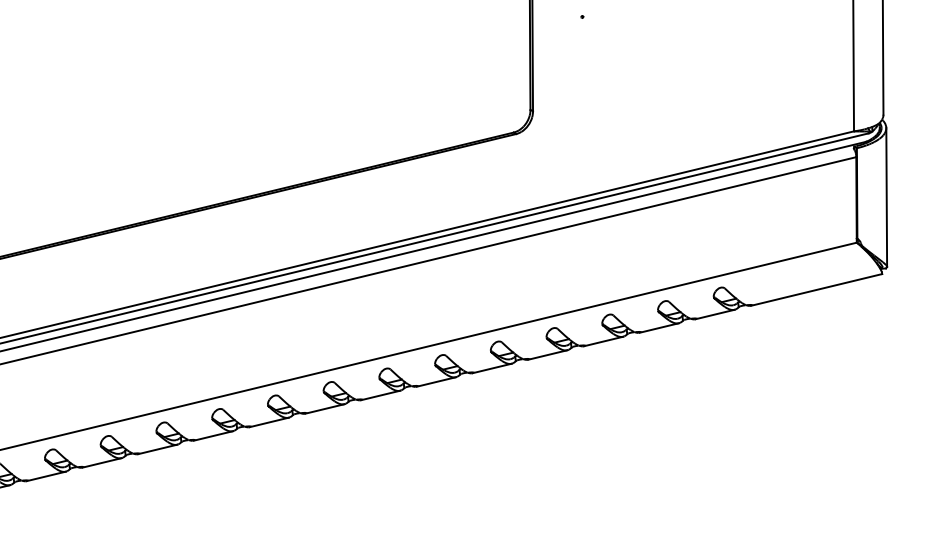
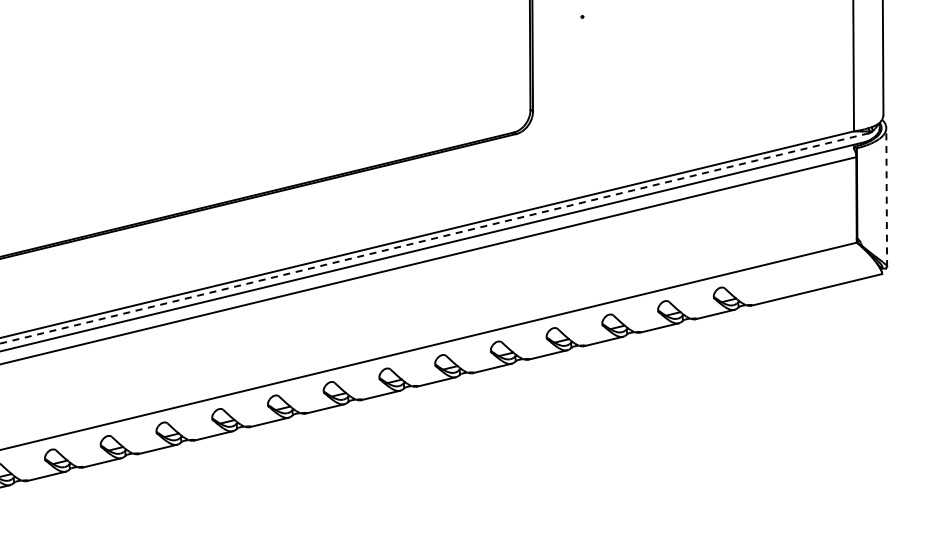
line at (886, 197): solid -> dashed
line at (434, 238): solid -> dashed
